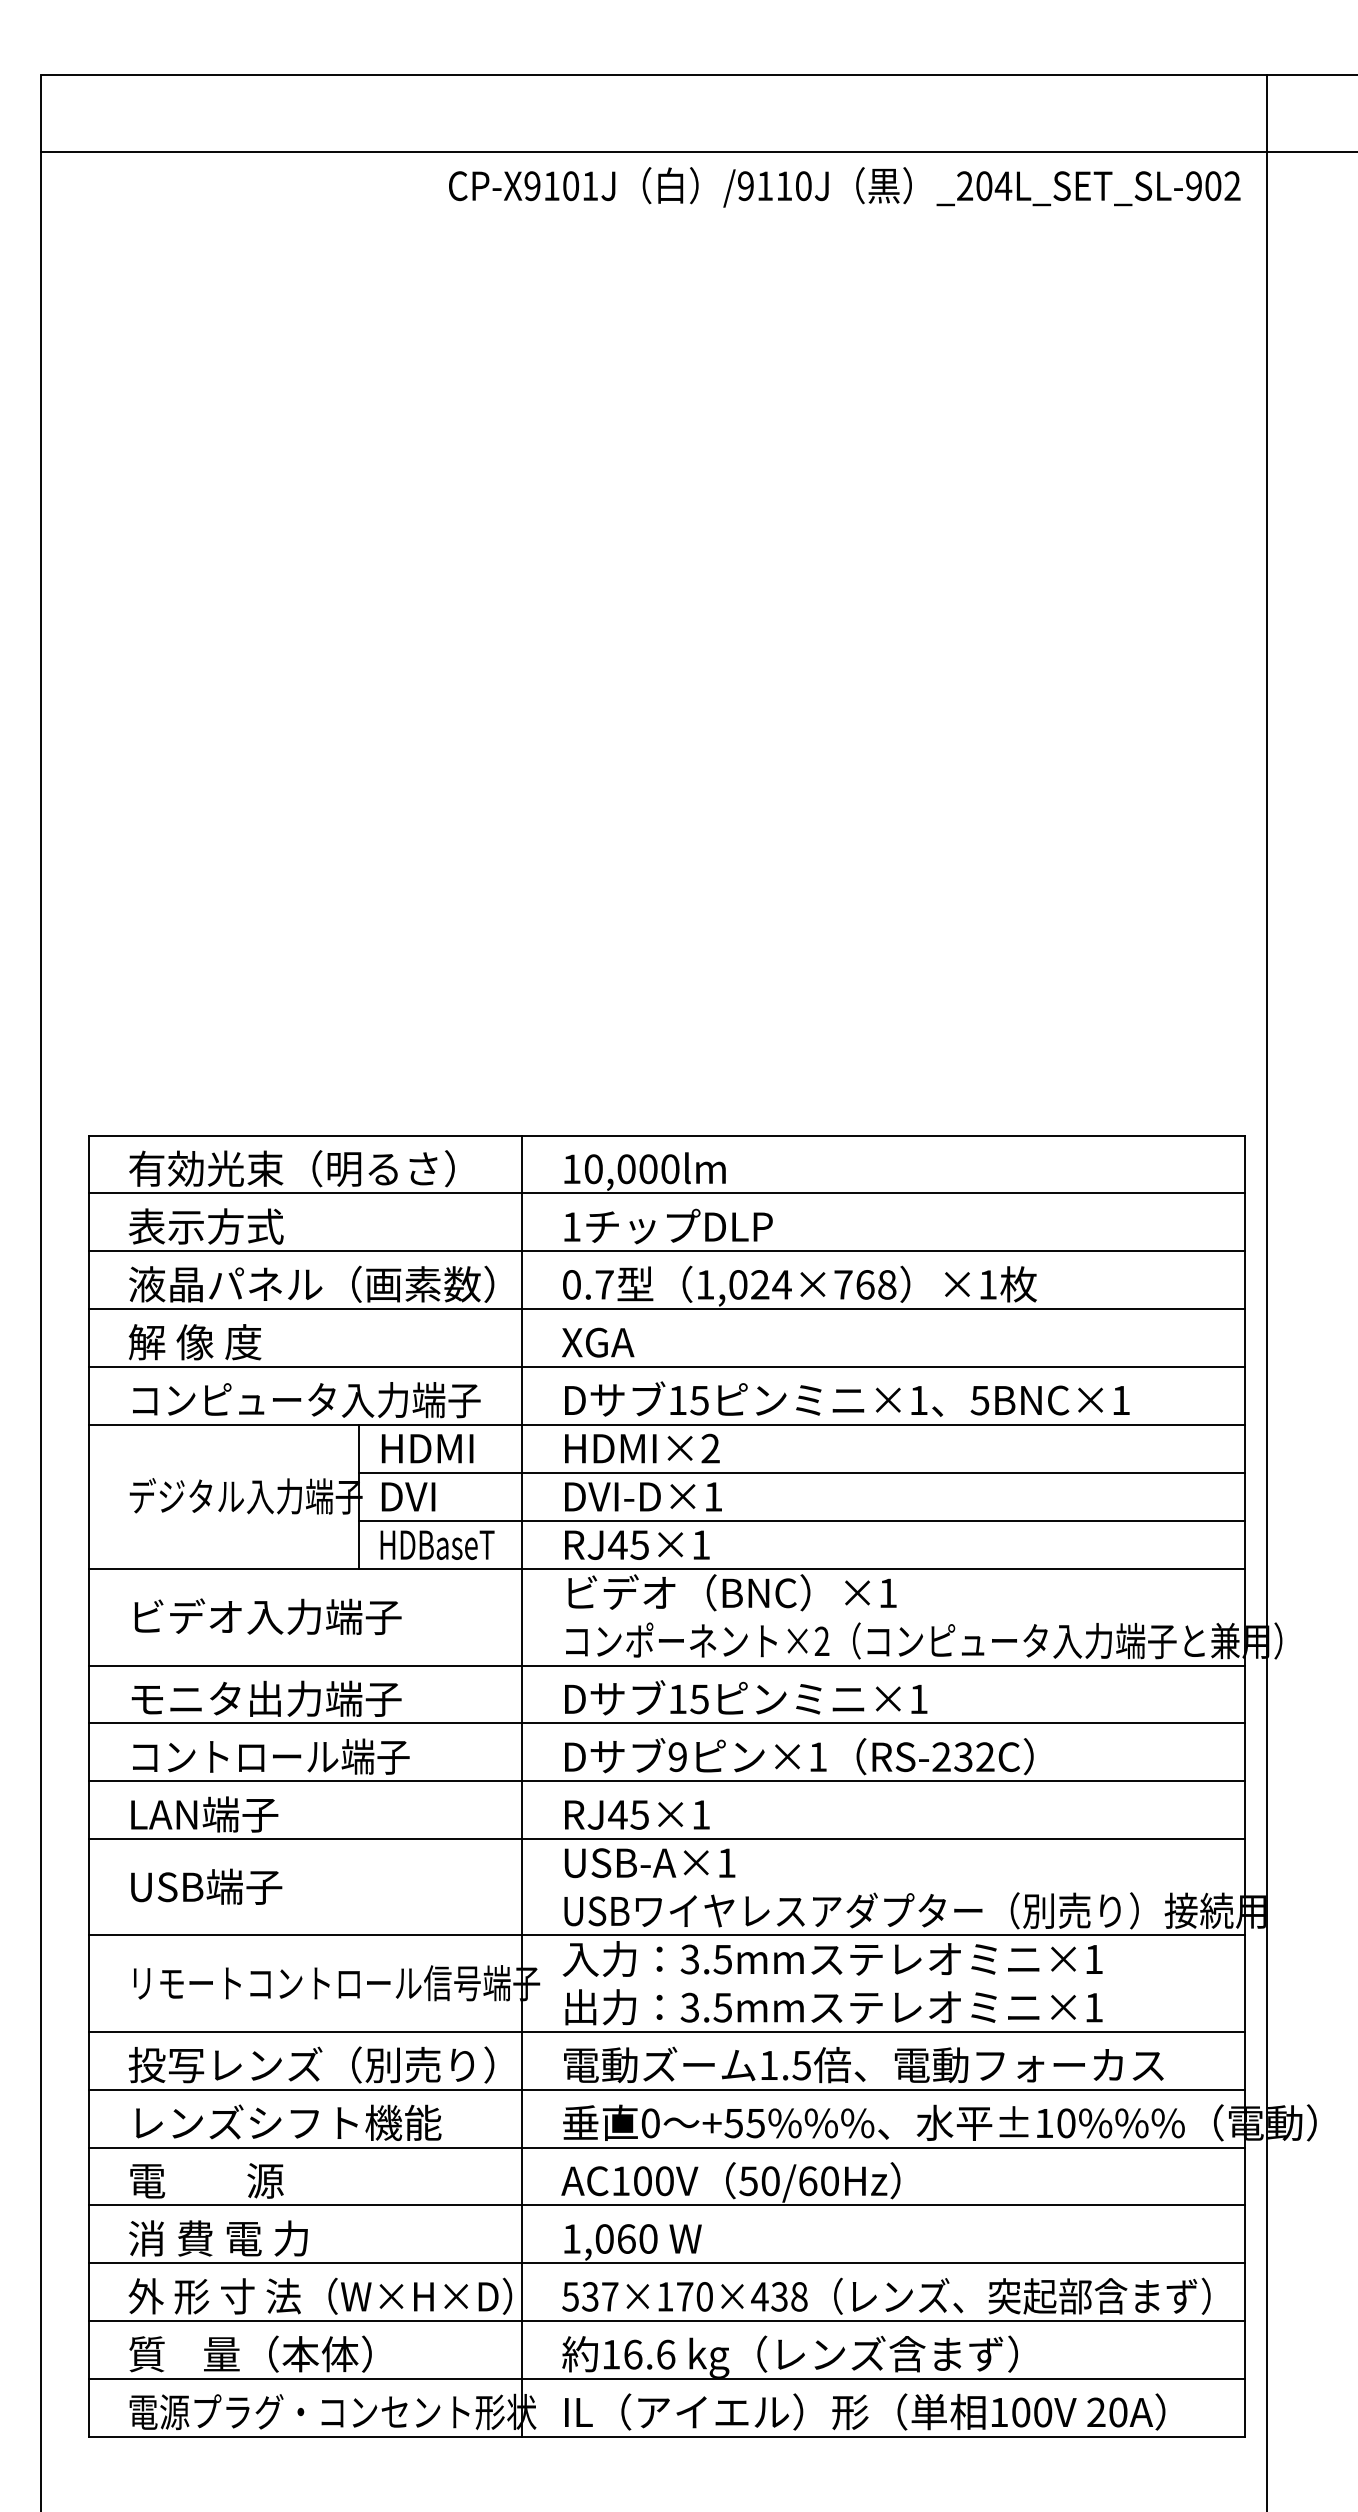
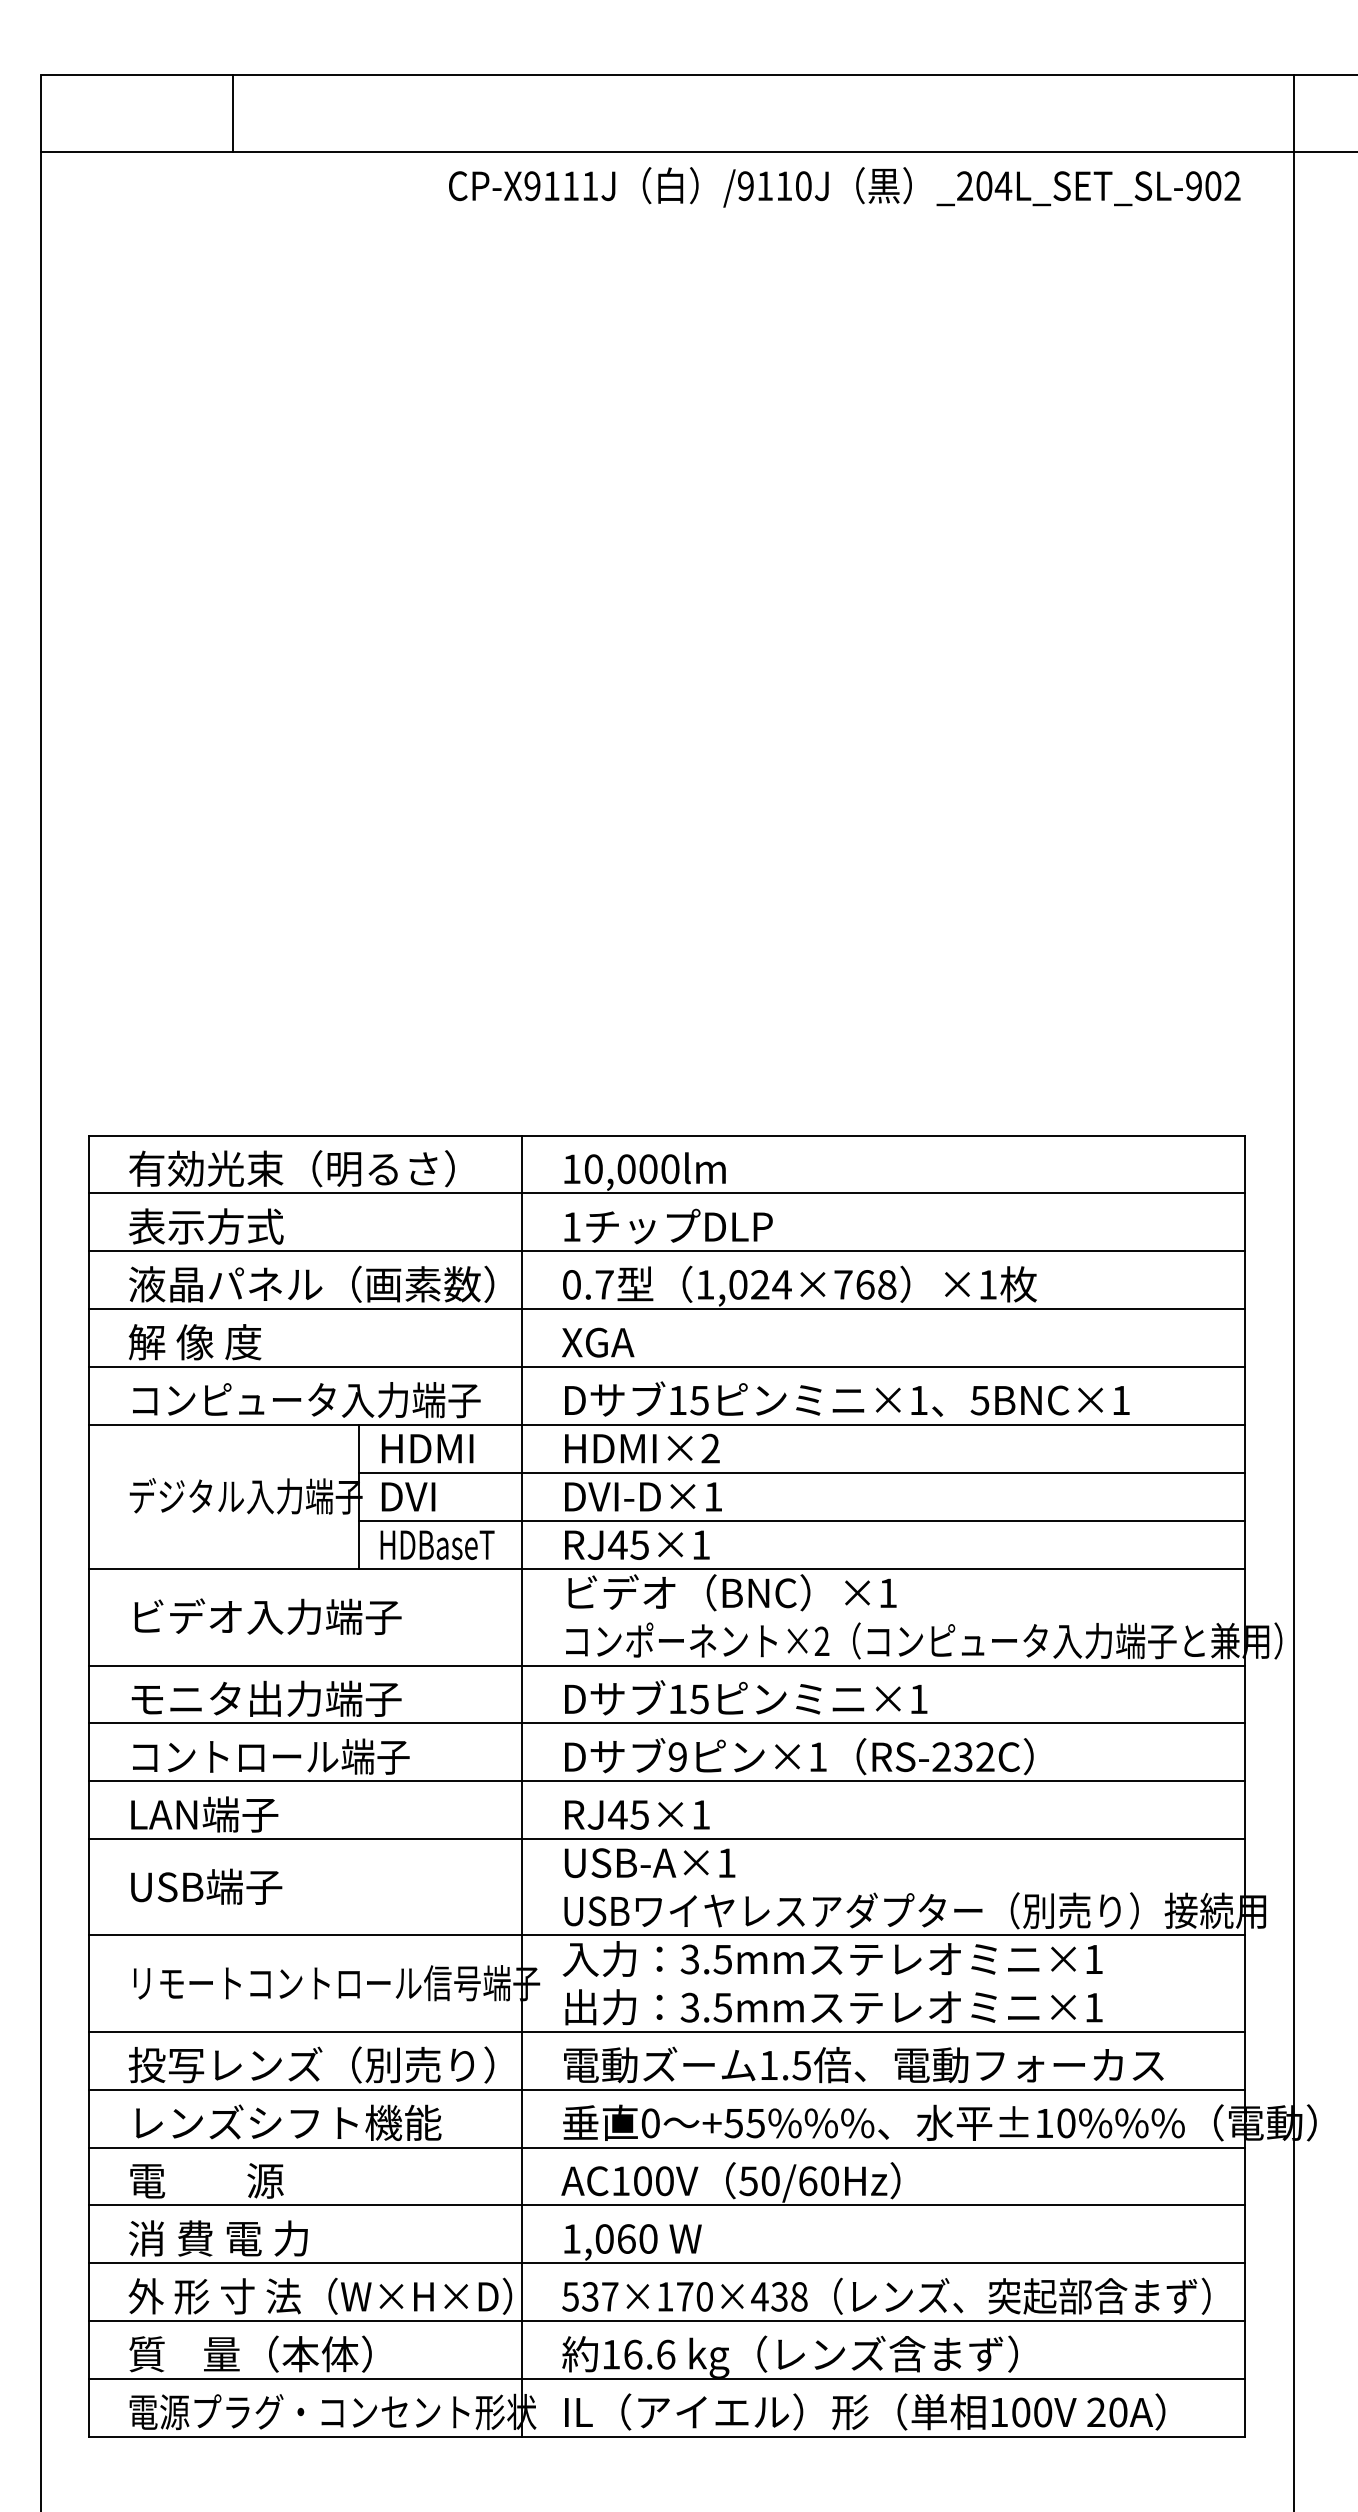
line at (233, 113): none -> present
text at (570, 186): CP-X9101J -> CP-X9111J
line at (1266, 1291) position: (1266, 1291) -> (1293, 1291)
